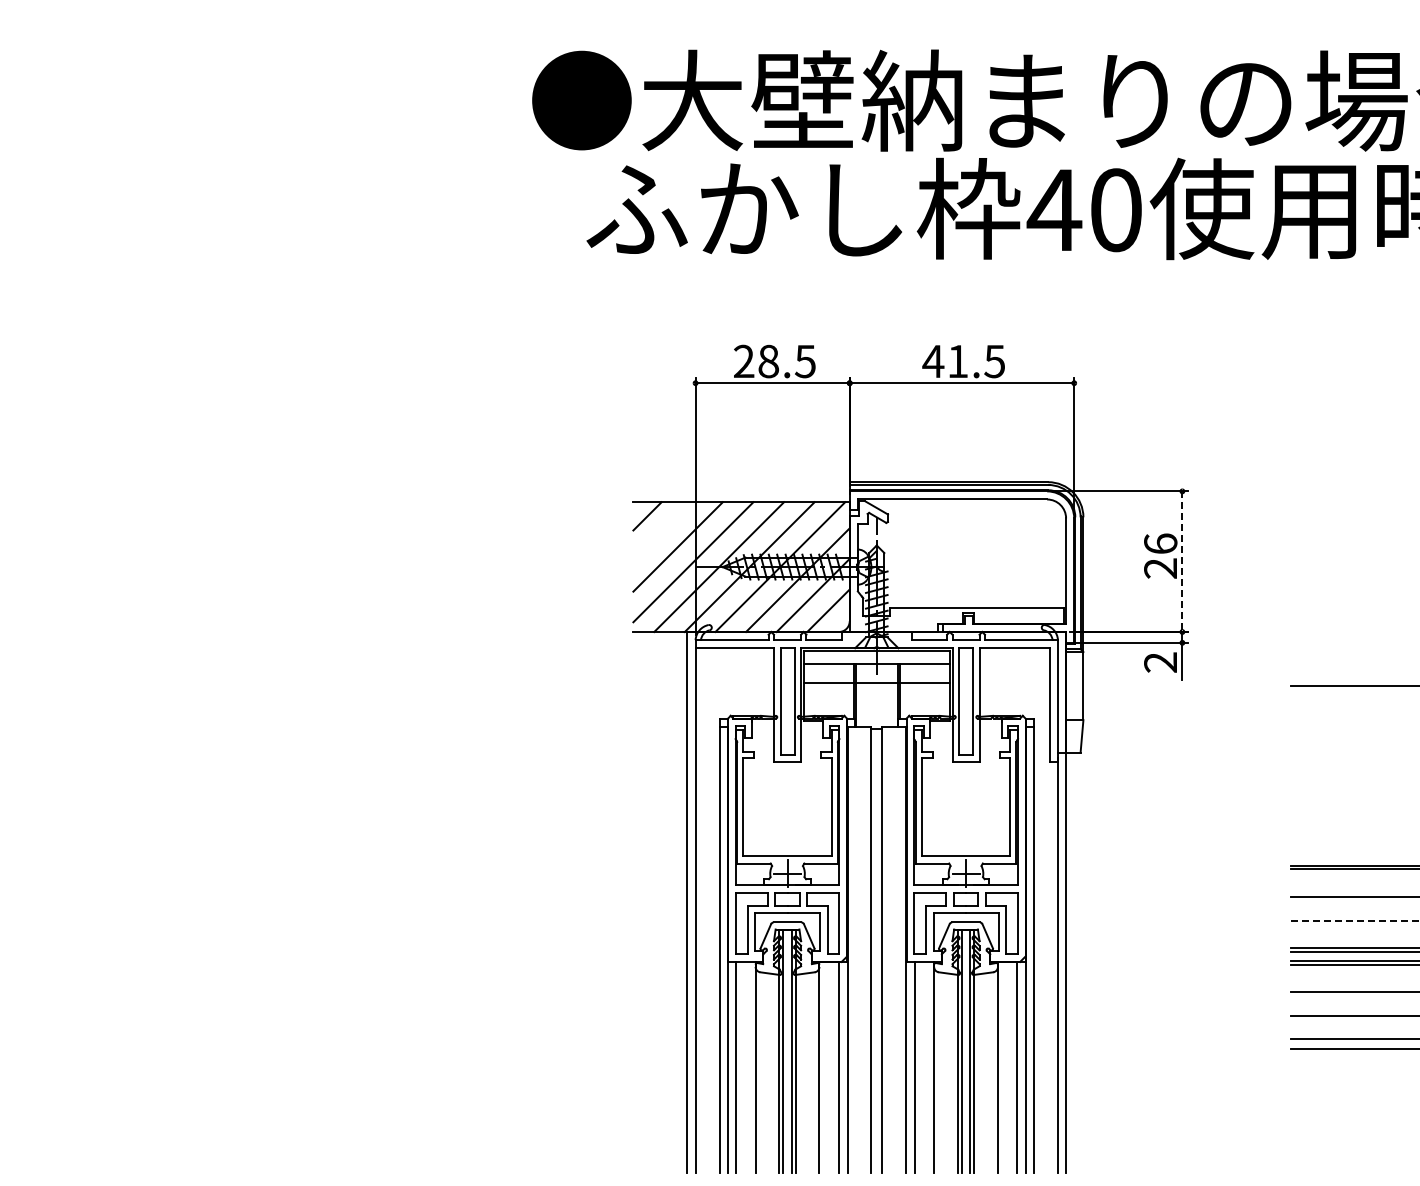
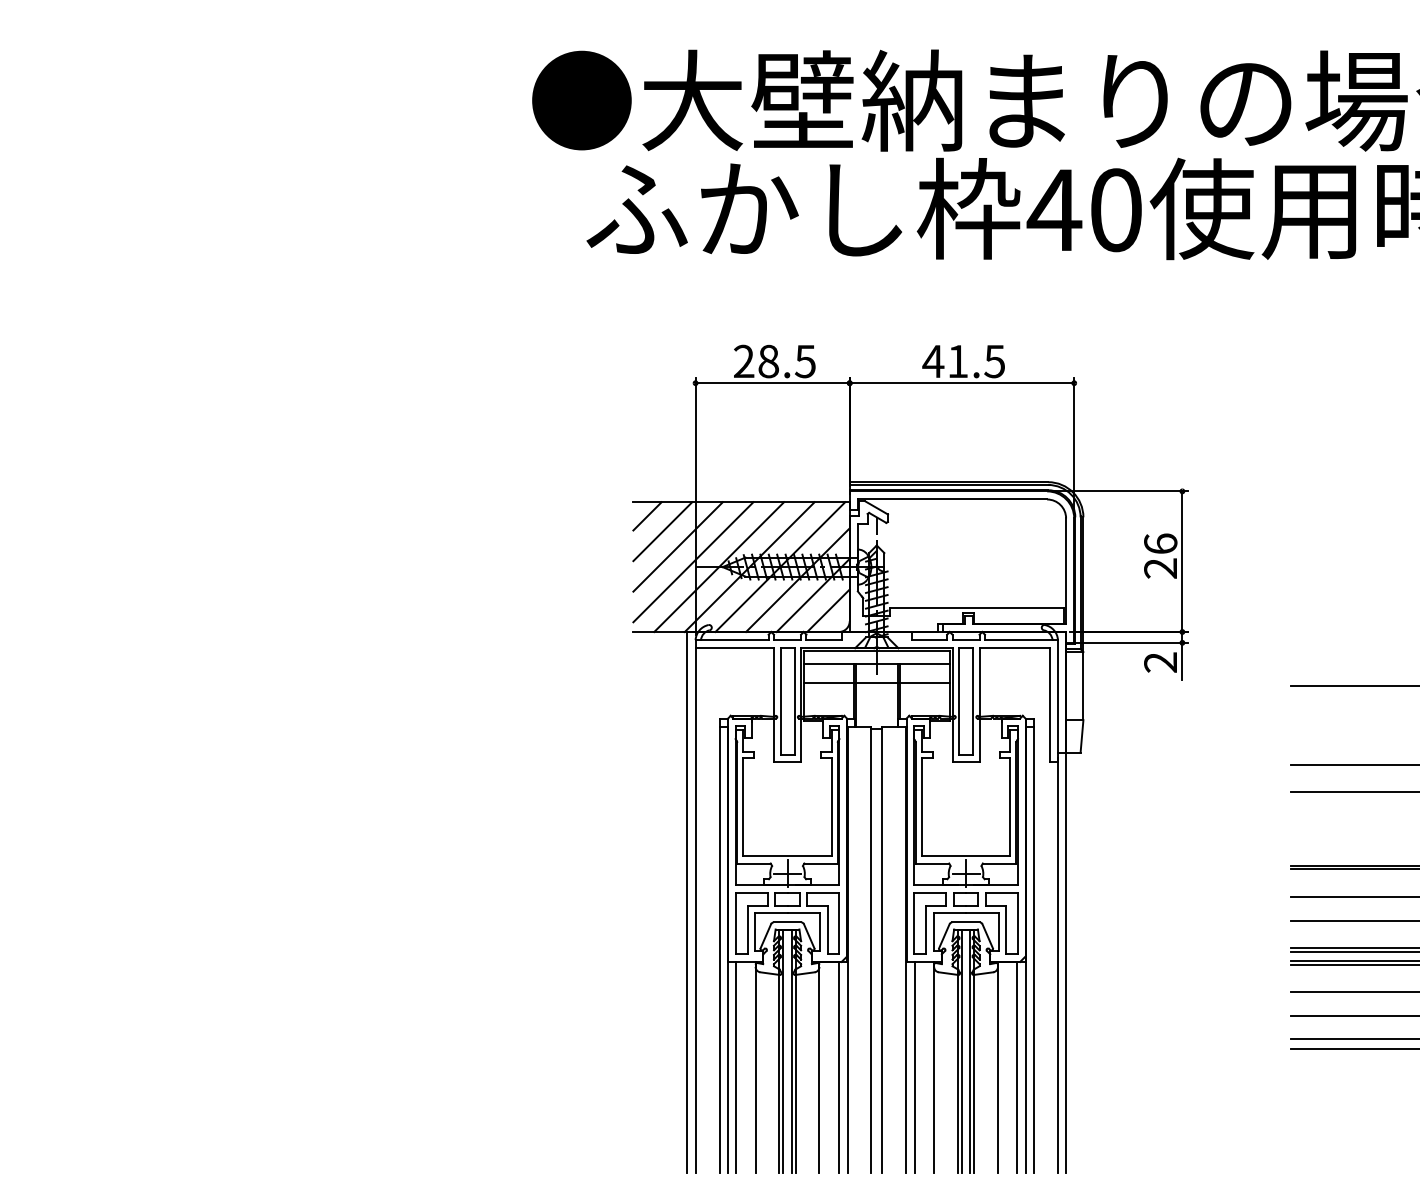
line at (662, 531): none -> present
line at (1182, 562): dashed -> solid
line at (1353, 764): none -> present
line at (1353, 791): none -> present
line at (1355, 921): dashed -> solid
